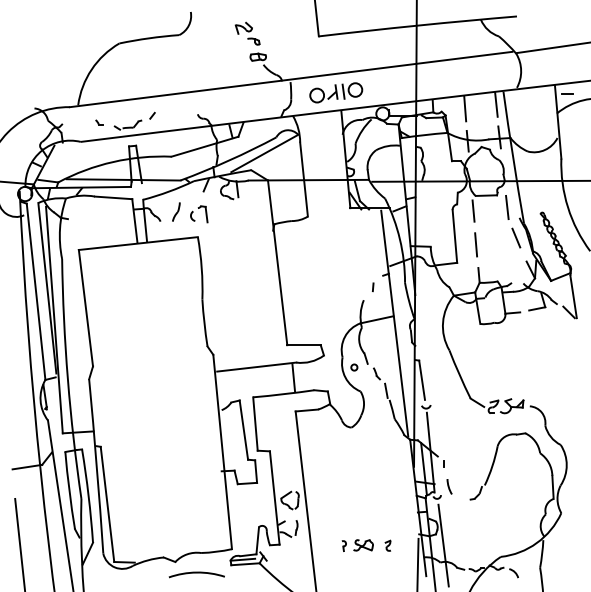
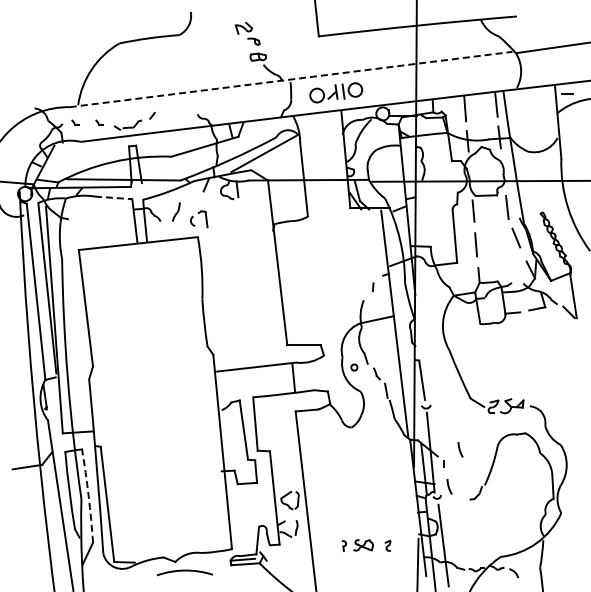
line at (291, 79): solid -> dashed
part at (75, 122): none -> present
line at (113, 197): solid -> dashed
part at (199, 214) position: (199, 214) -> (199, 219)
line at (460, 449): none -> present
arc at (88, 495): solid -> dashed
line at (19, 543): present -> none
arc at (196, 573) position: (196, 573) -> (184, 571)
